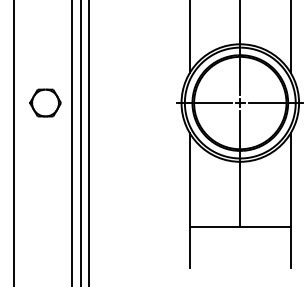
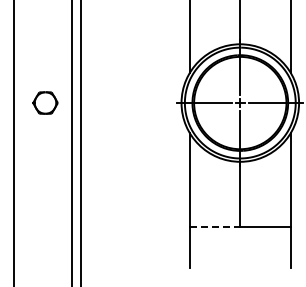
part at (45, 102) size: 33x30 px -> 27x24 px
line at (89, 142): present -> none
line at (215, 227): solid -> dashed
